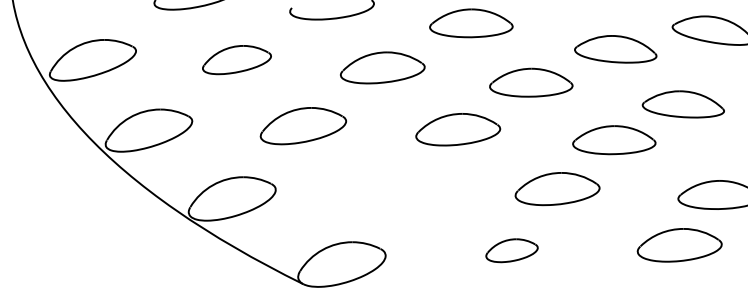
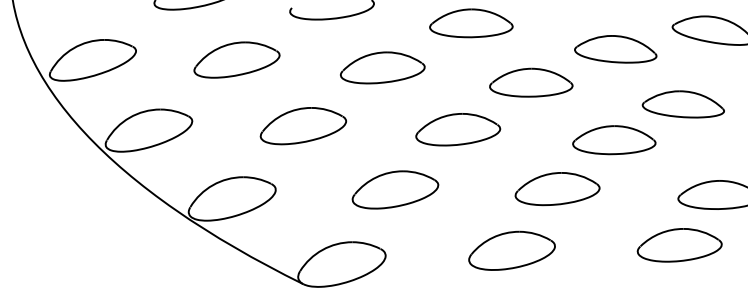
part at (236, 60) size: 70x31 px -> 88x38 px
part at (395, 189): none -> present
part at (511, 250) size: 54x26 px -> 88x41 px
